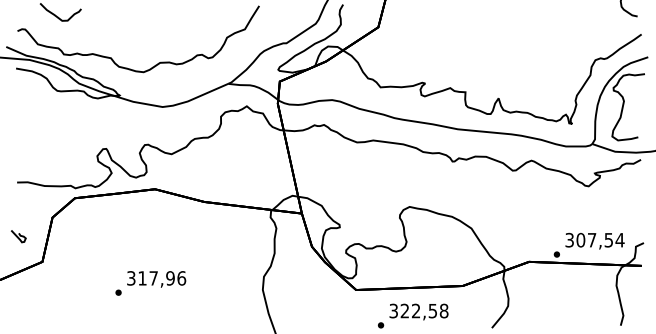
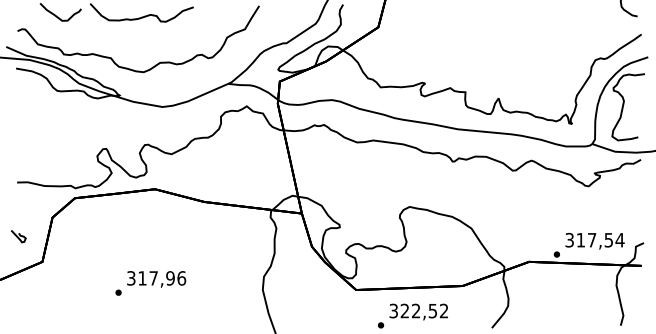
curve at (141, 16): none -> present
text at (580, 239): 307,54 -> 317,54
text at (443, 310): 322,58 -> 322,52
